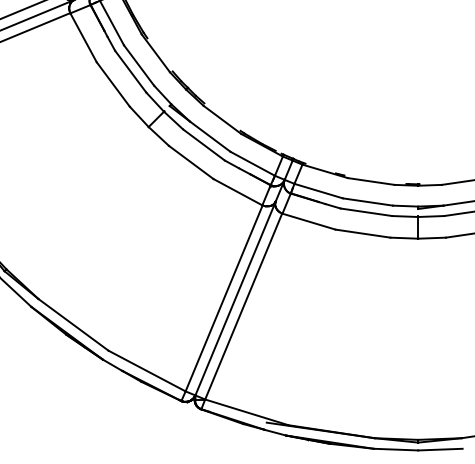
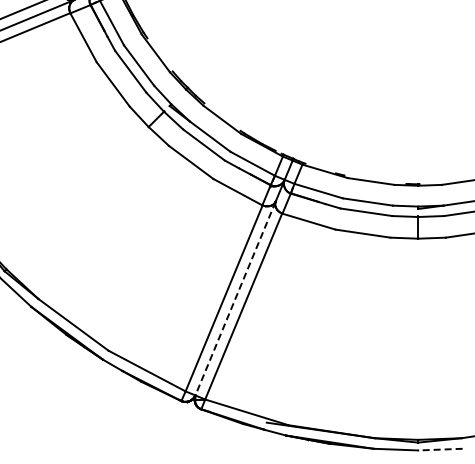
line at (235, 298): solid -> dashed
line at (439, 449): solid -> dashed
